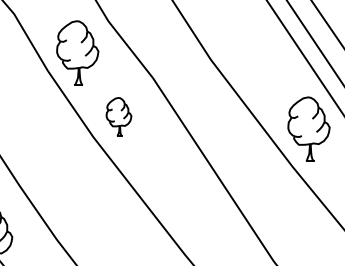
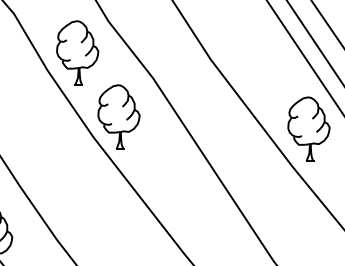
part at (118, 116) size: 28x40 px -> 44x66 px
